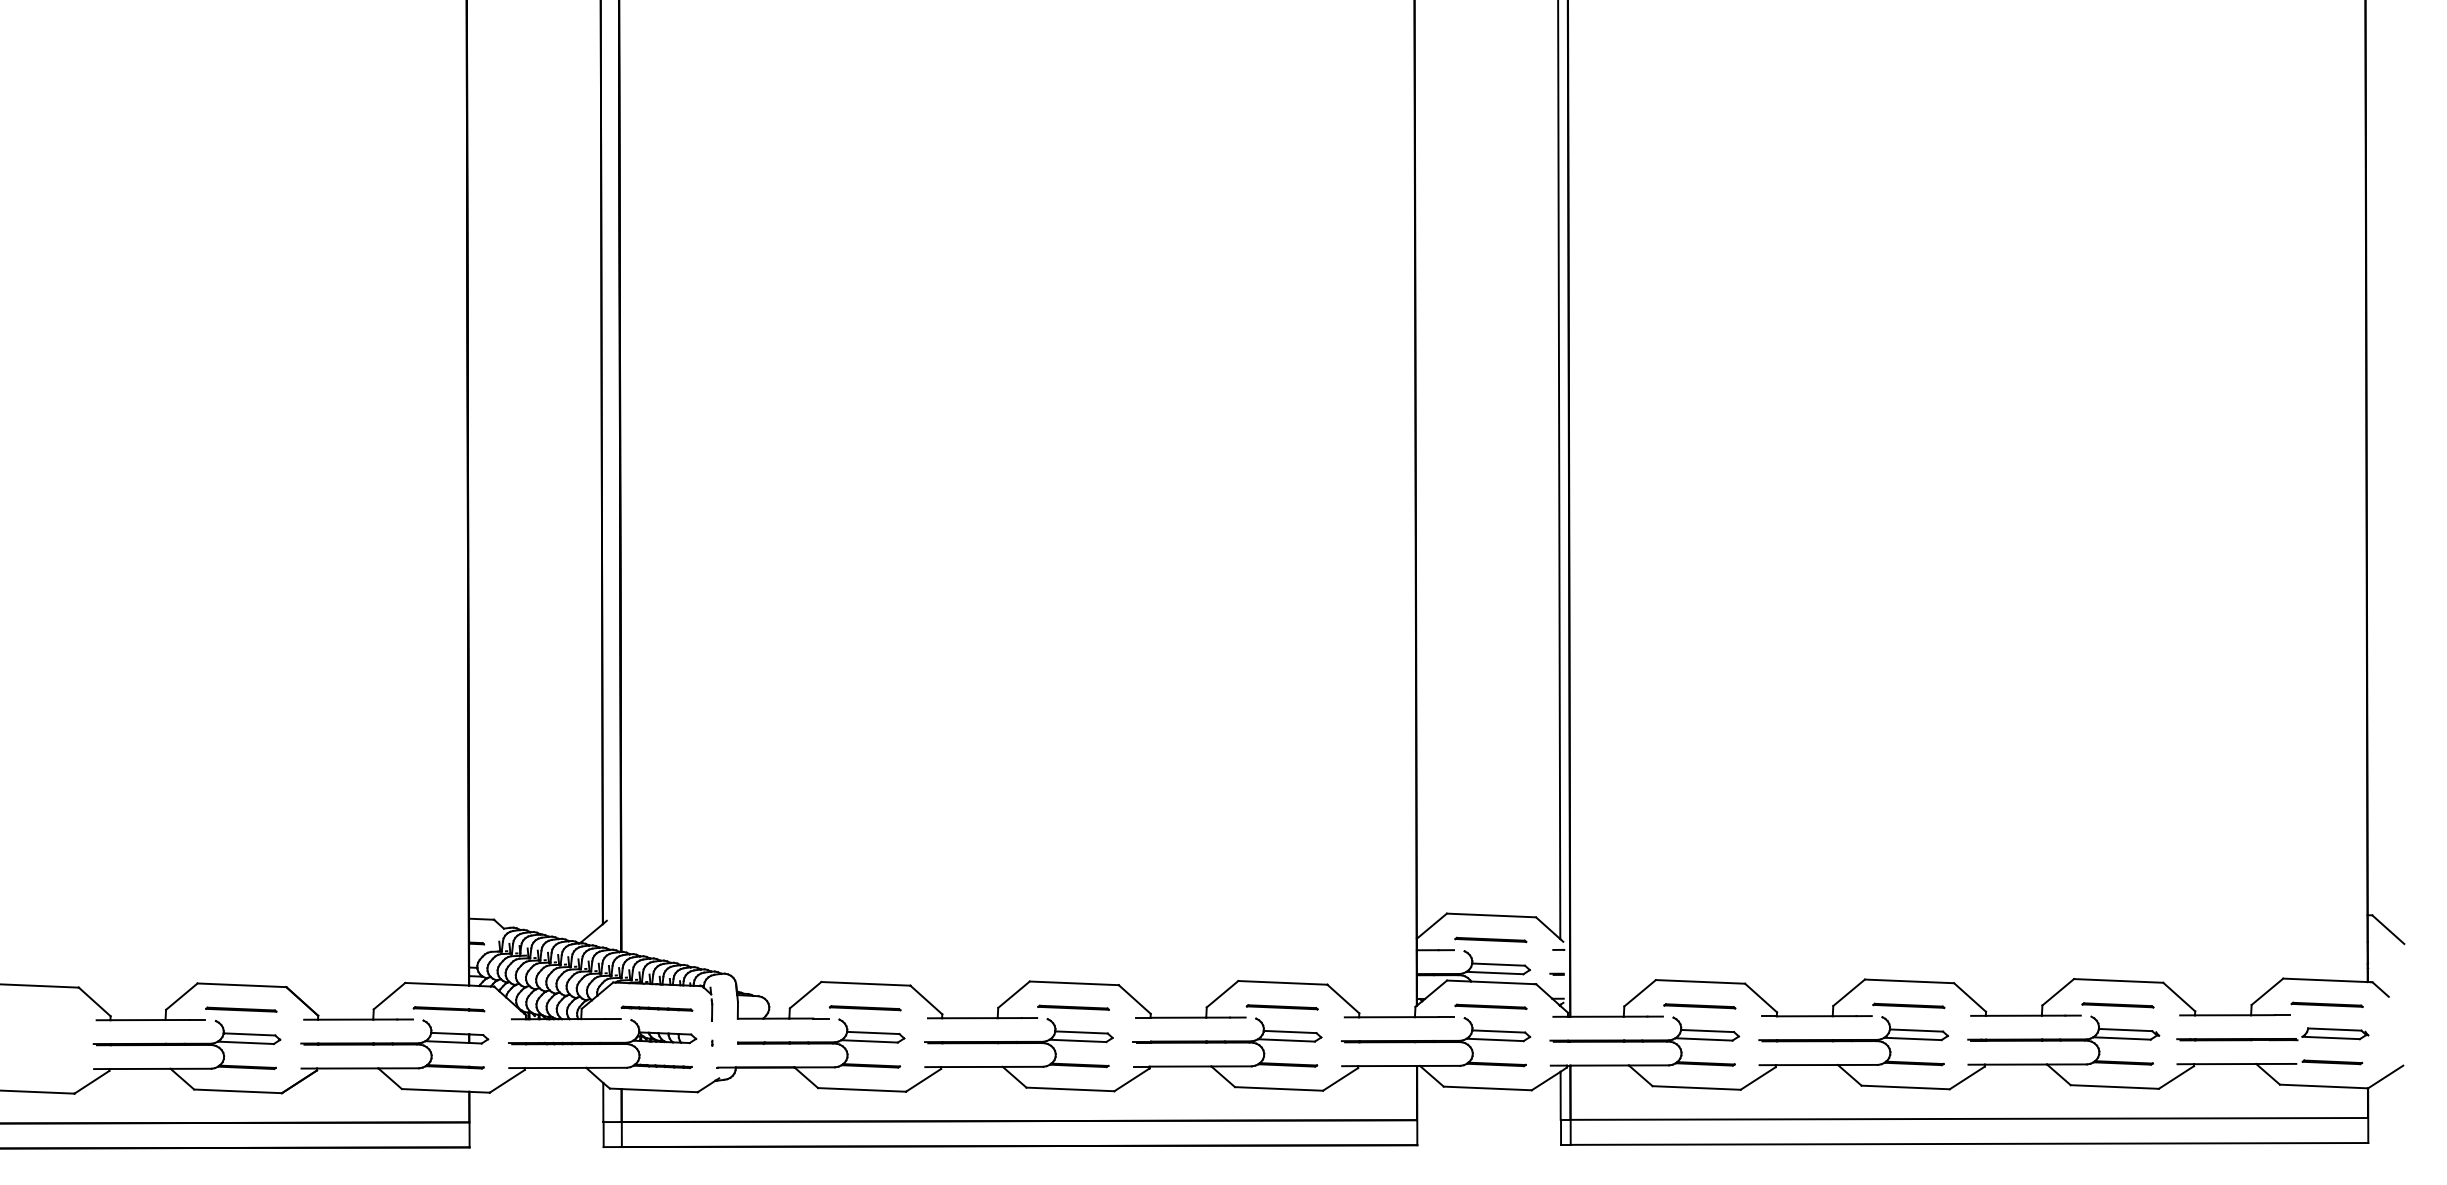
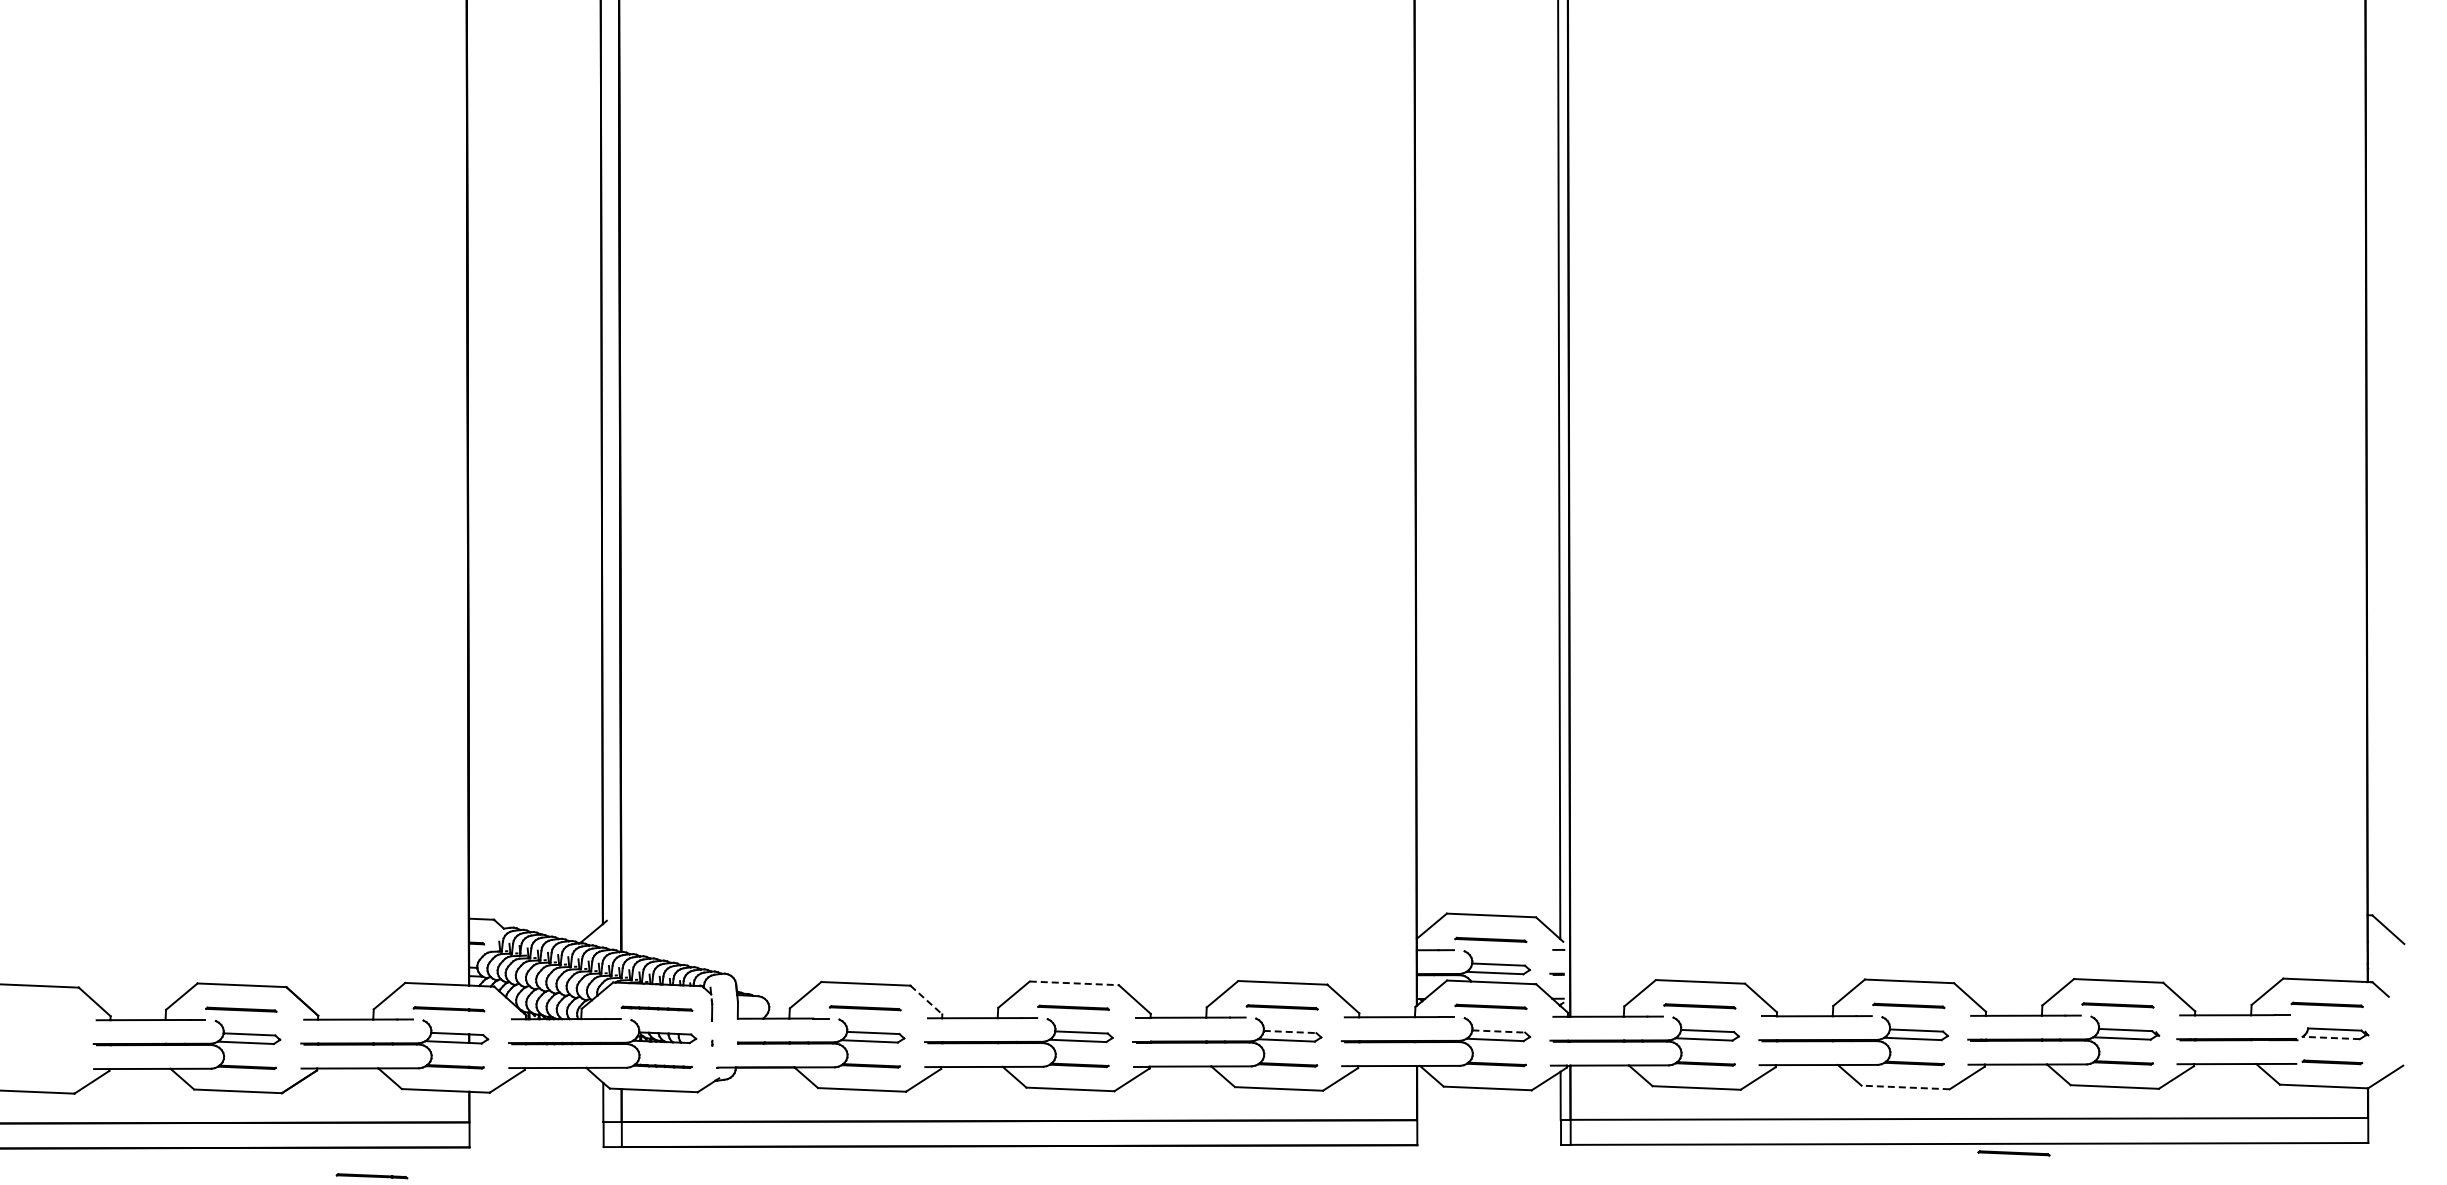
line at (1074, 983): solid -> dashed
line at (926, 1000): solid -> dashed
line at (1499, 1031): solid -> dashed
line at (1290, 1032): solid -> dashed
line at (2331, 1037): solid -> dashed
line at (1905, 1087): solid -> dashed
line at (2013, 1153): none -> present
line at (371, 1176): none -> present
